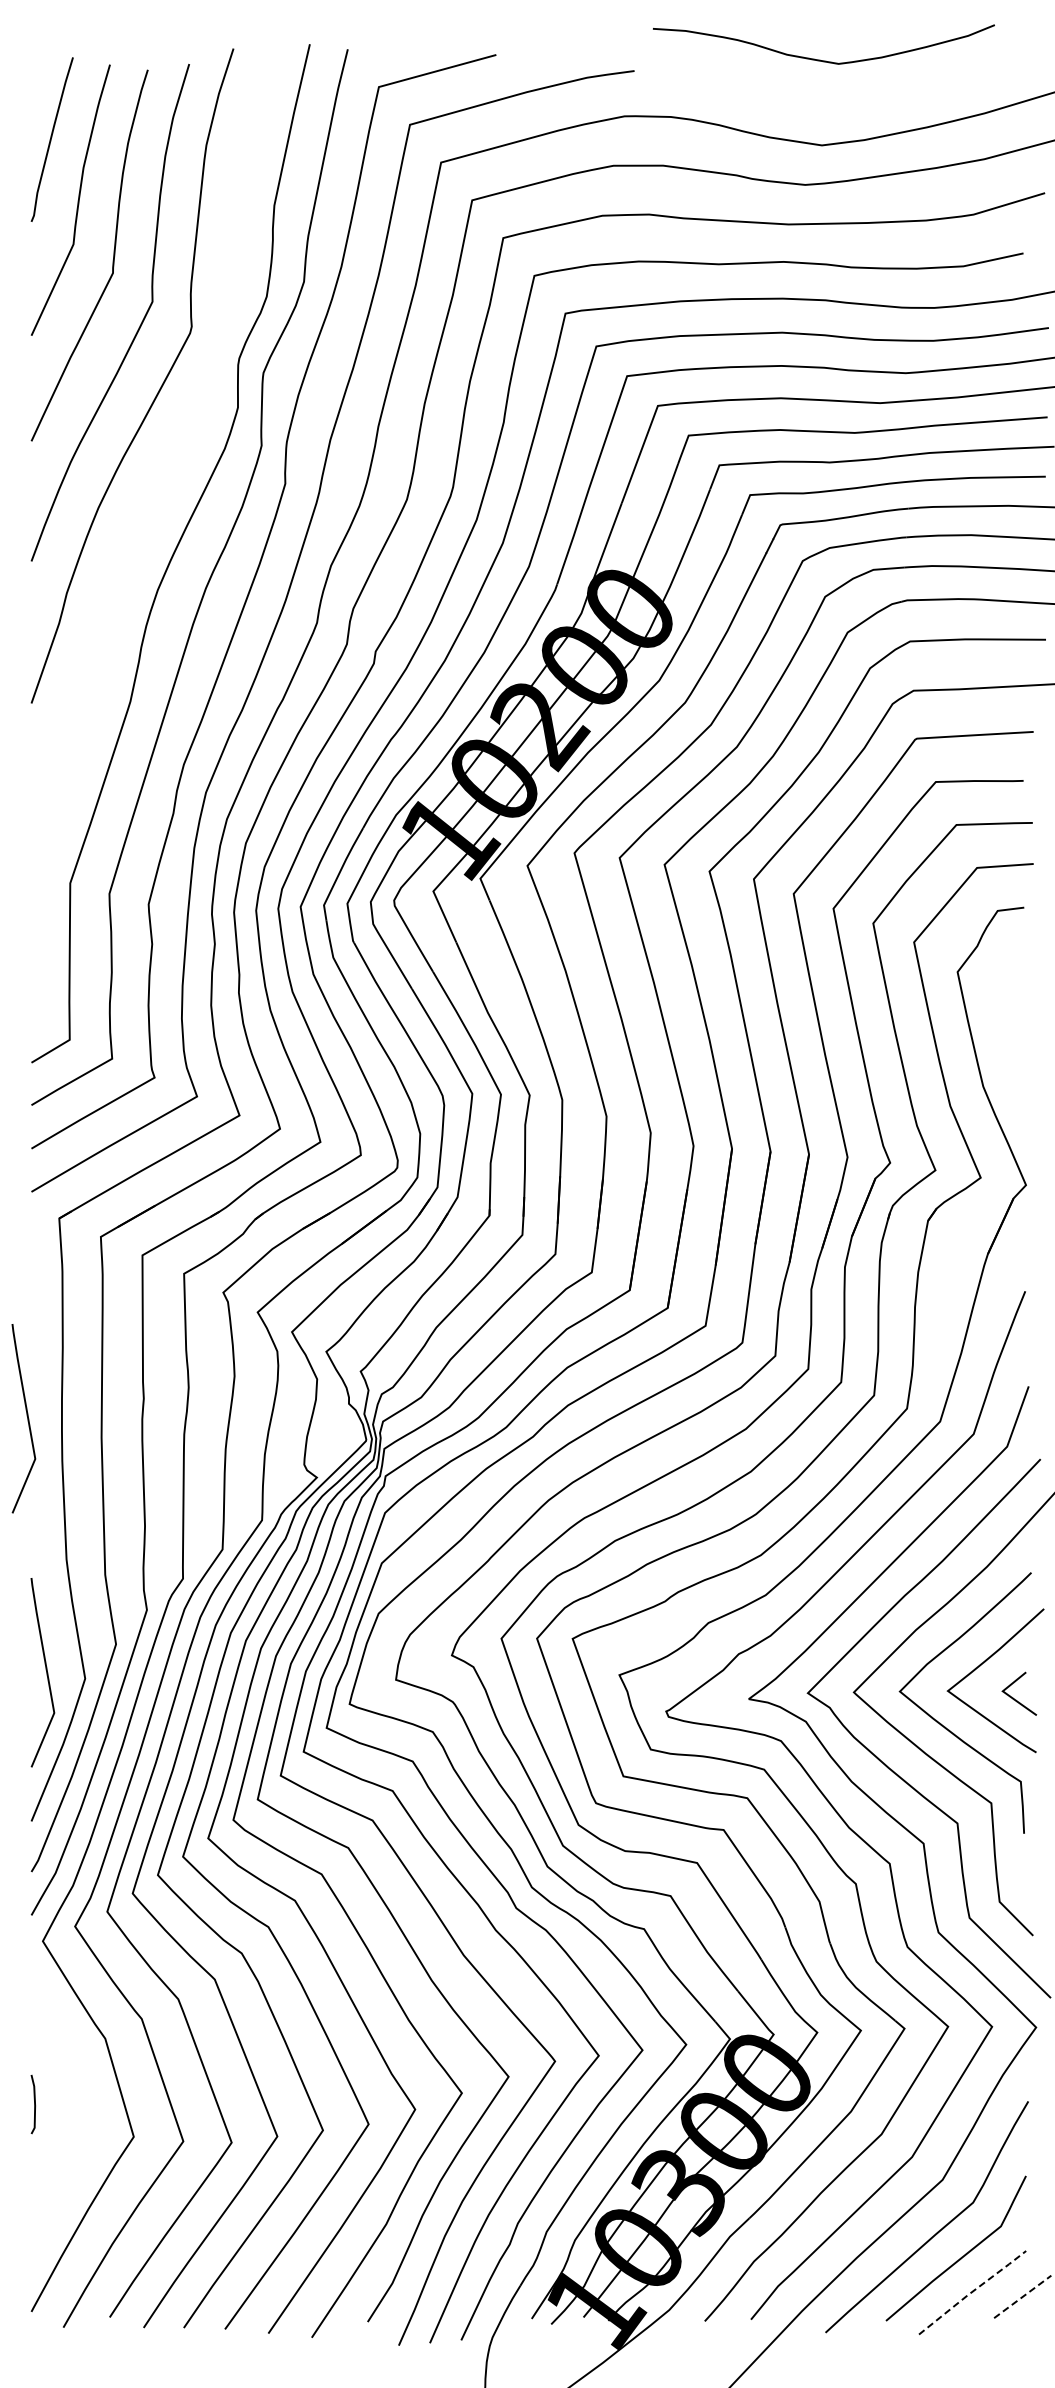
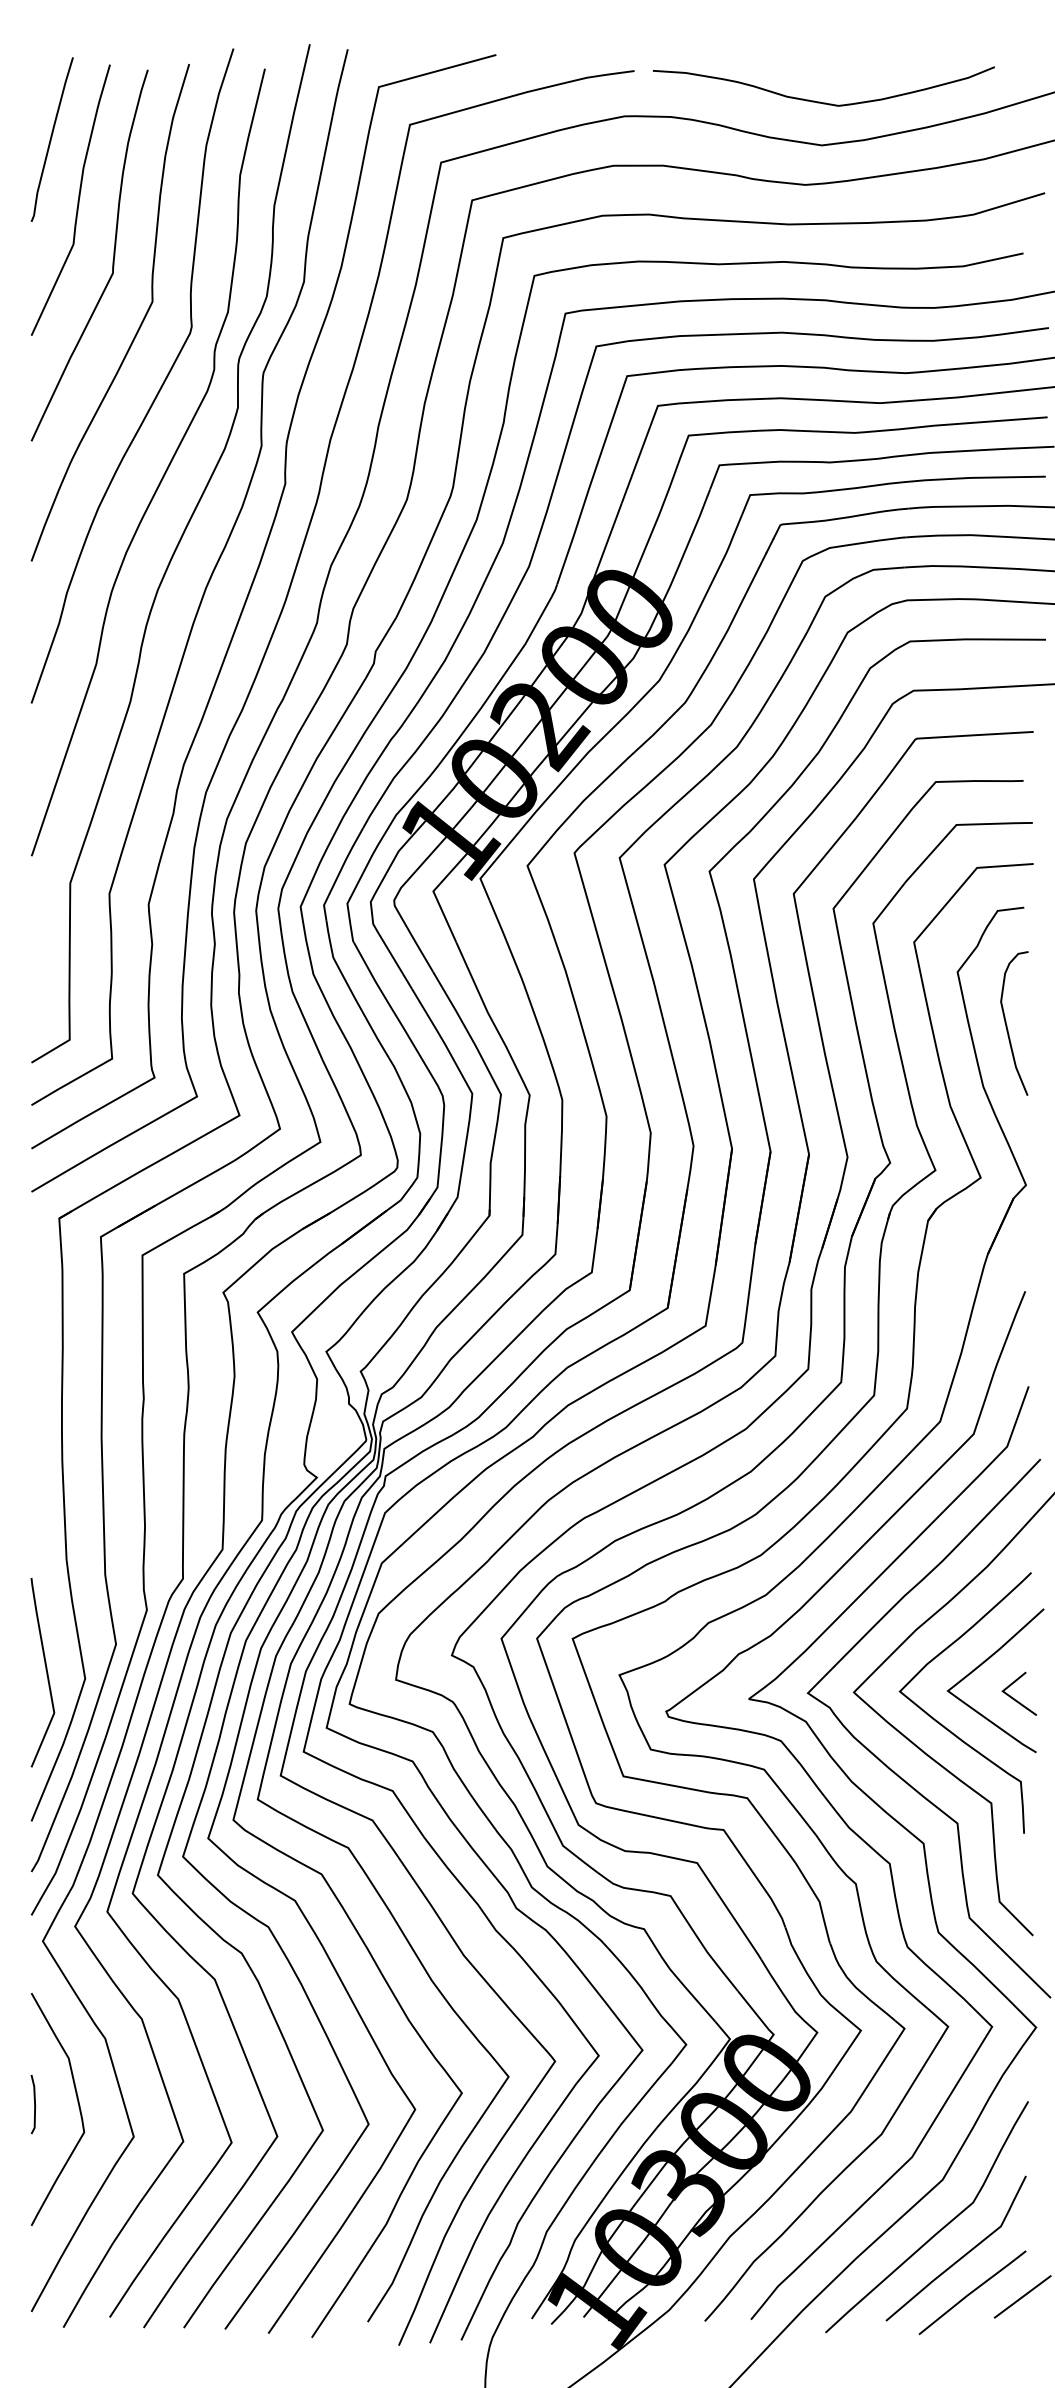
curve at (820, 59) position: (820, 59) -> (820, 101)
curve at (165, 470): none -> present
curve at (1007, 1025): none -> present
curve at (26, 1416): present -> none
curve at (77, 2103): none -> present
line at (972, 2291): dashed -> solid
line at (1022, 2296): dashed -> solid
